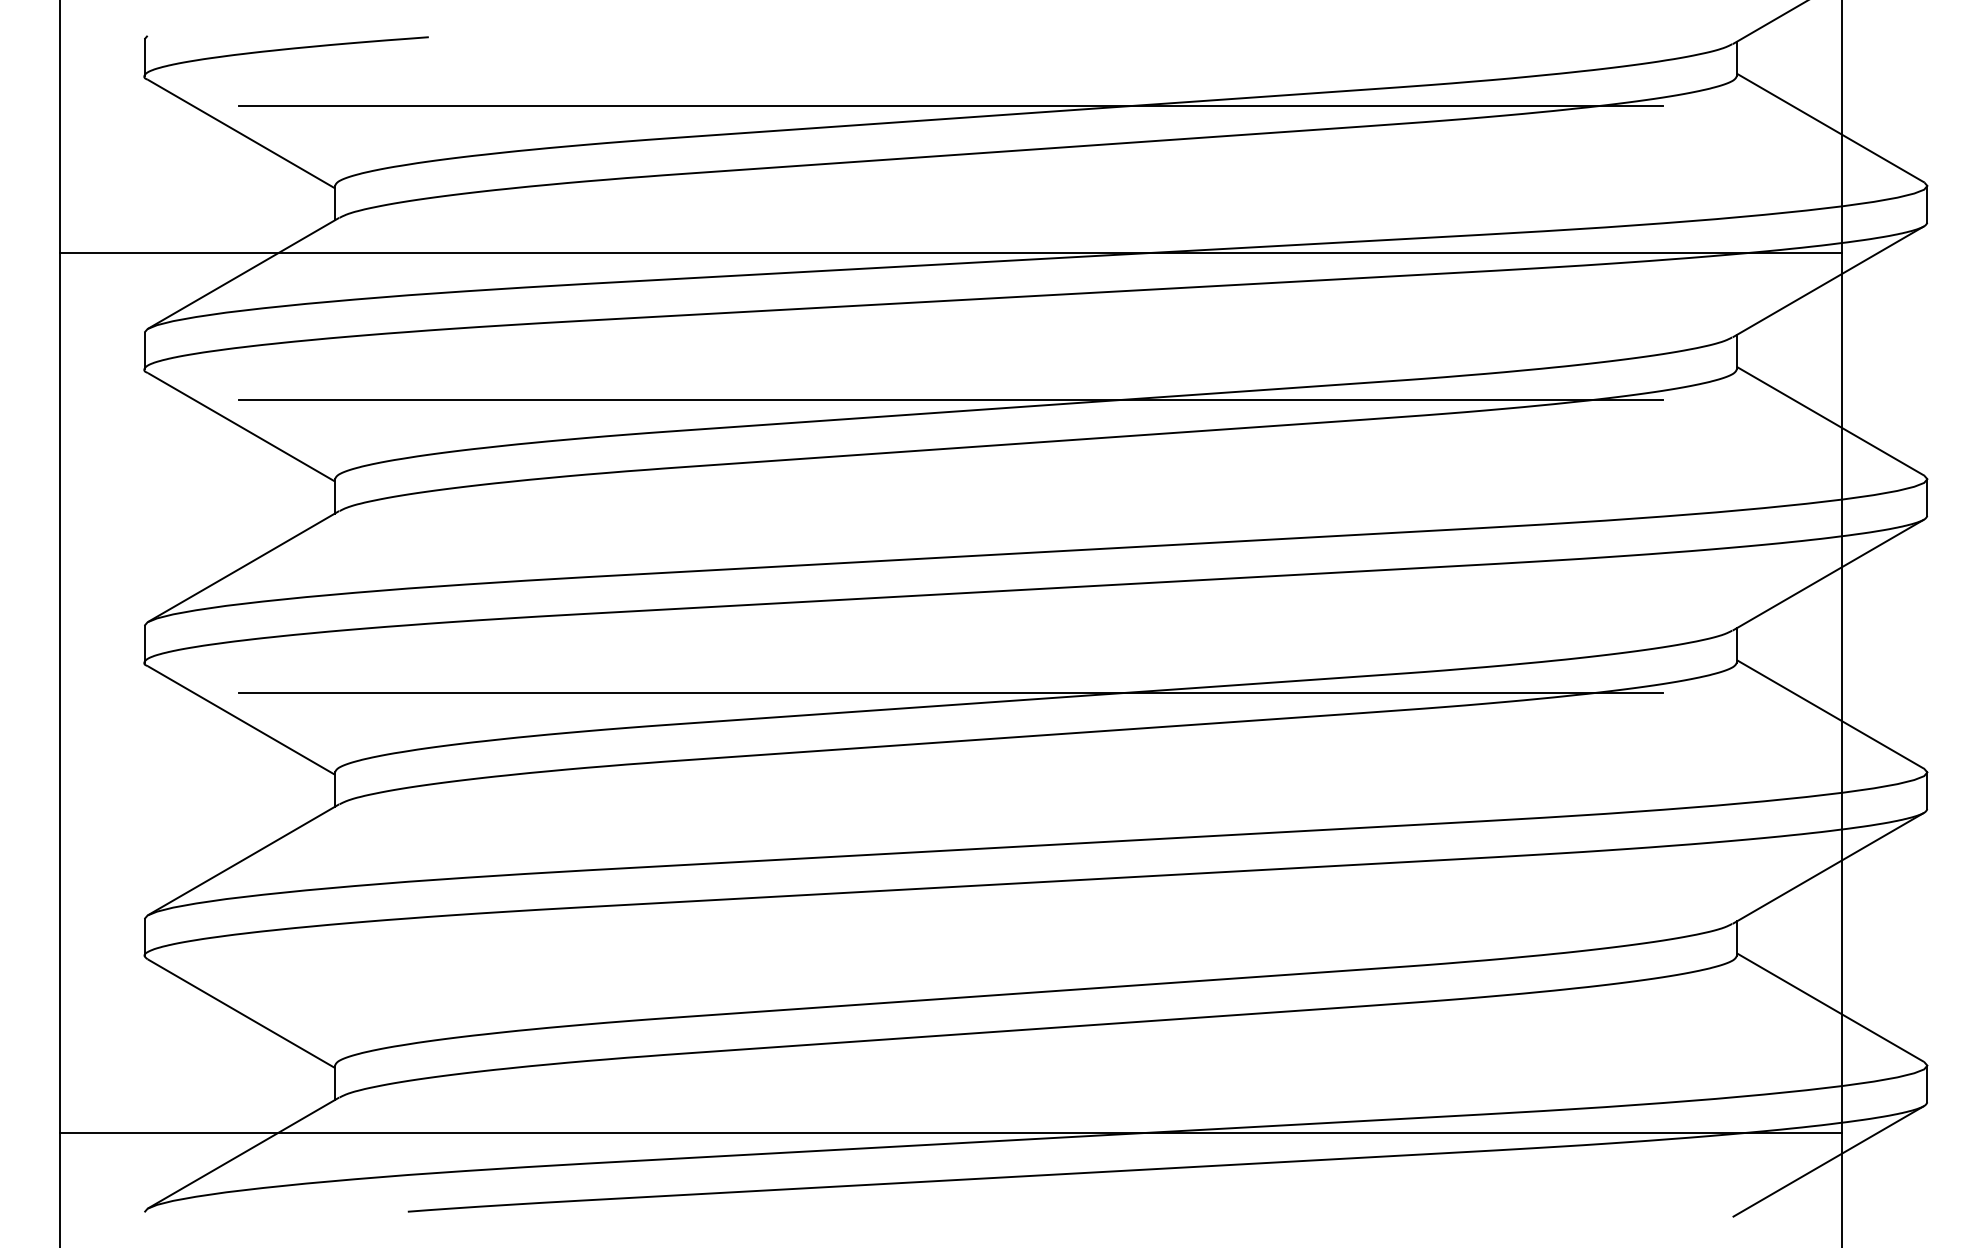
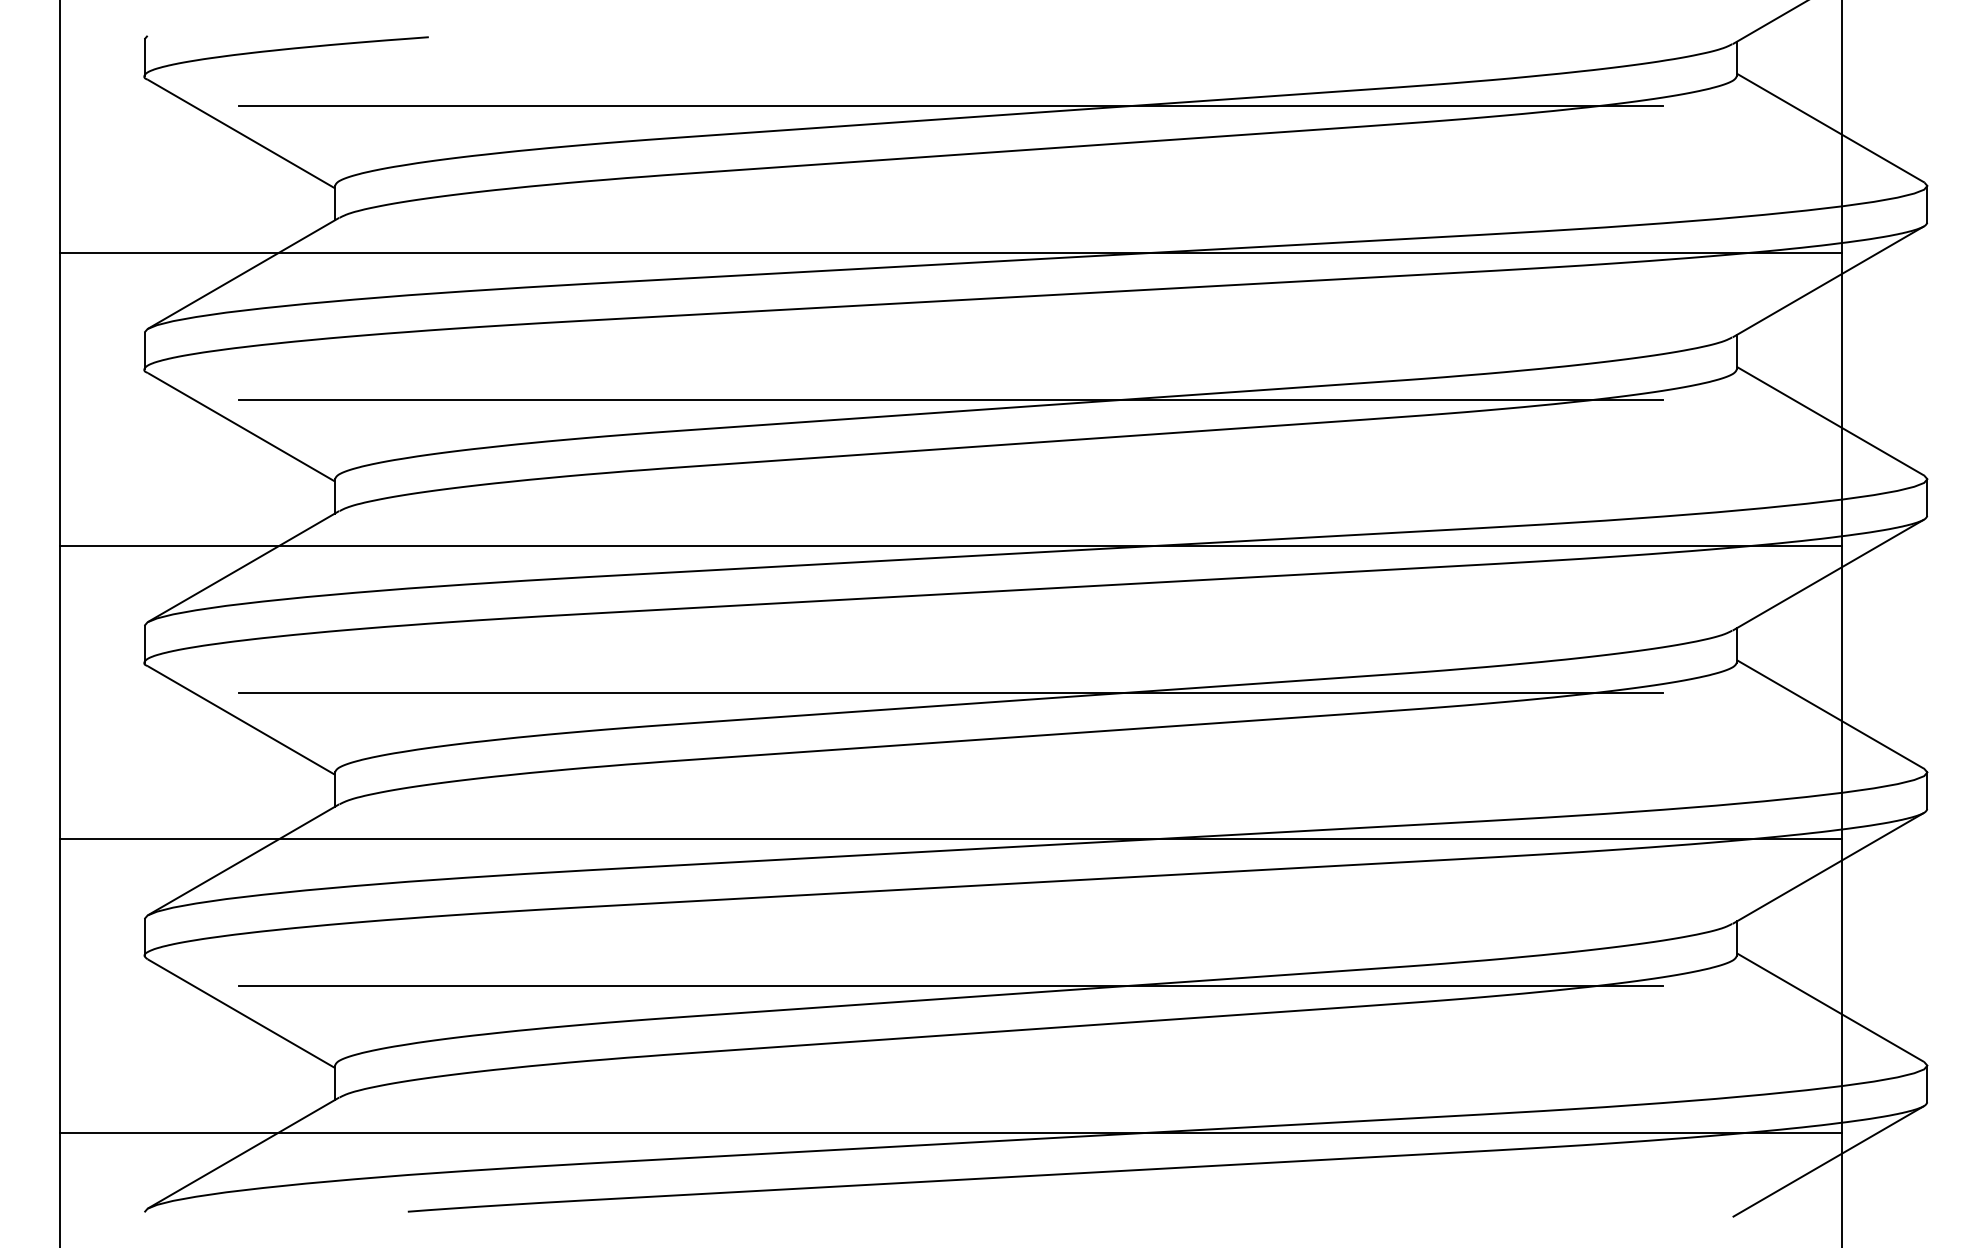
line at (950, 546): none -> present
line at (950, 839): none -> present
line at (950, 985): none -> present
